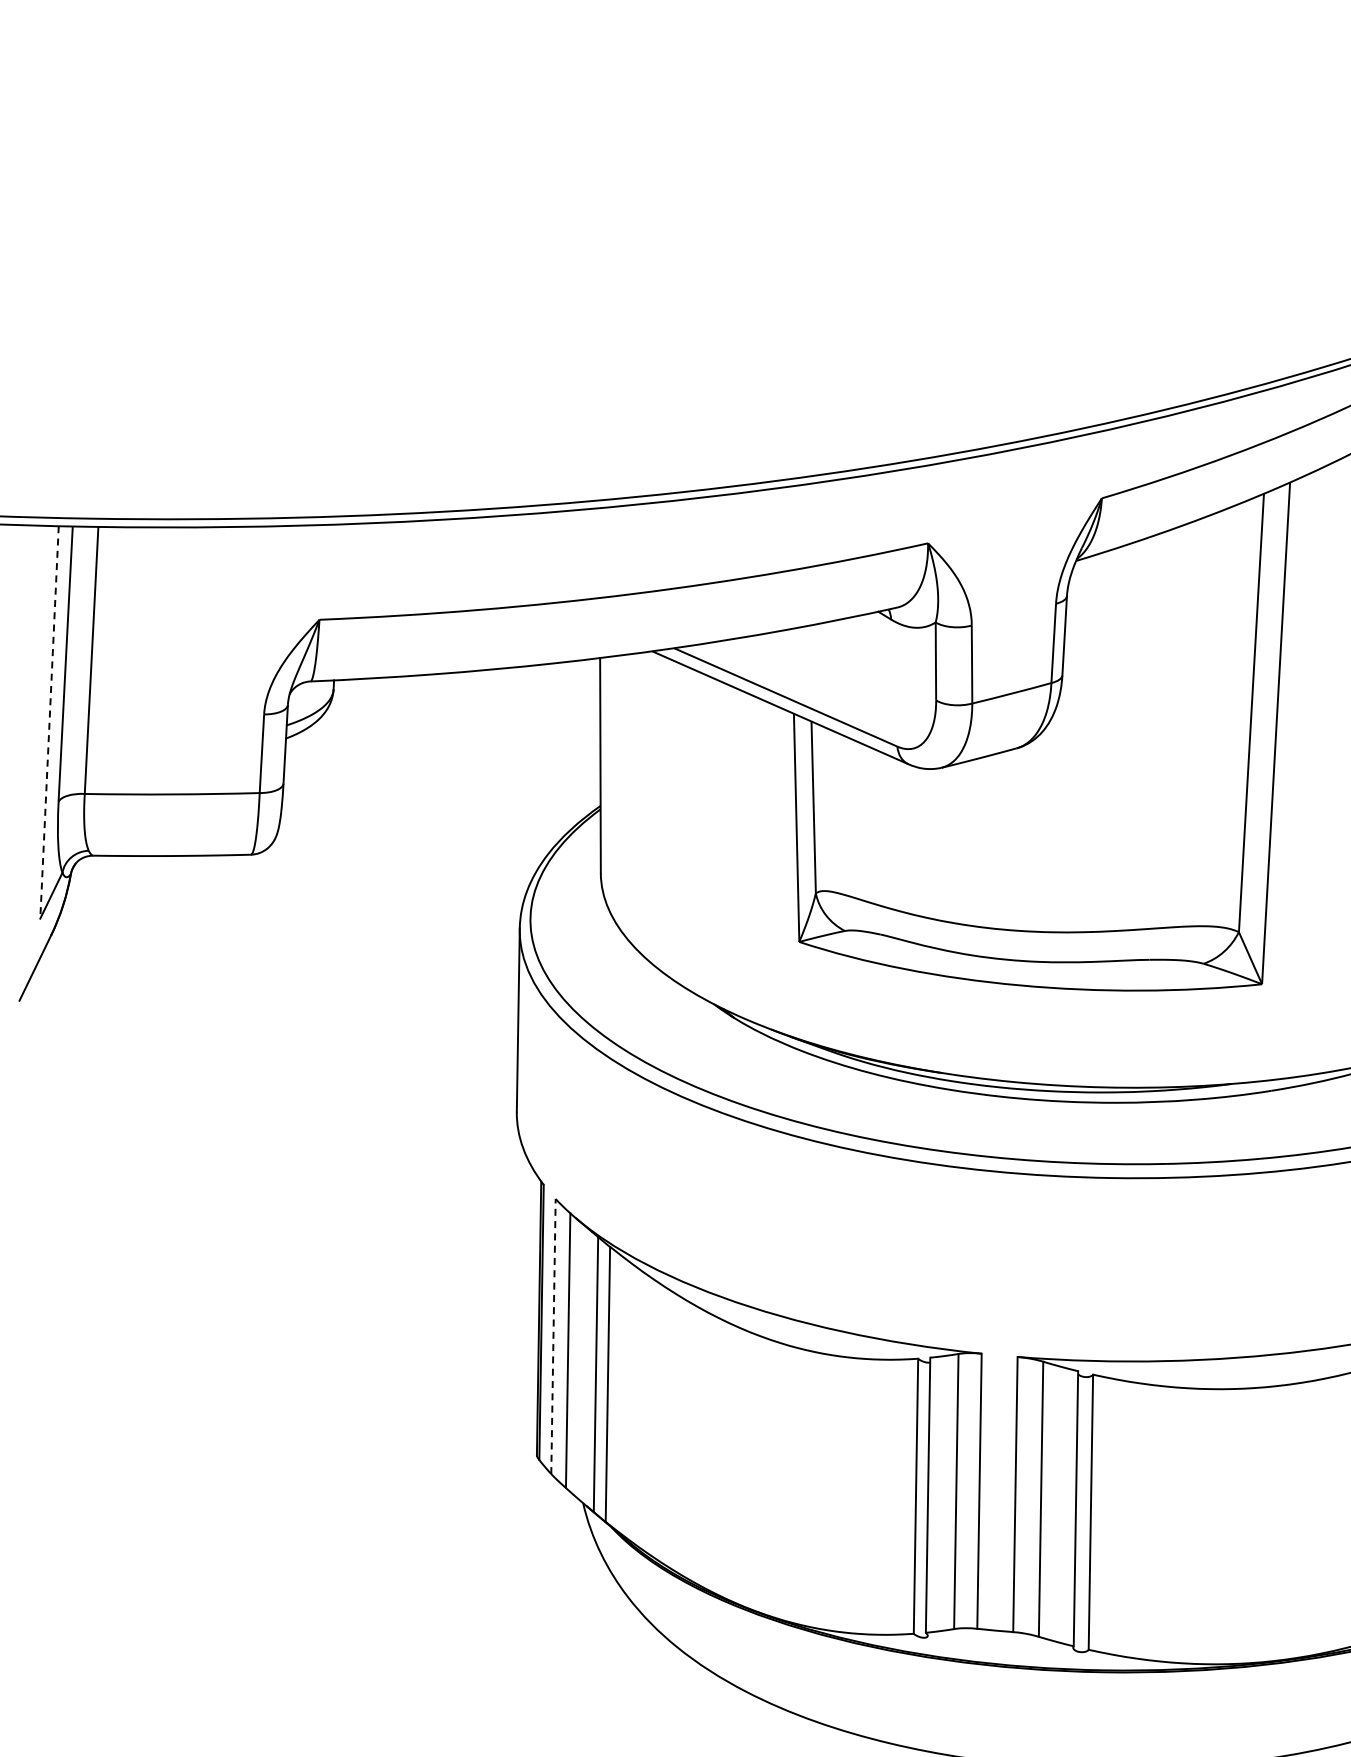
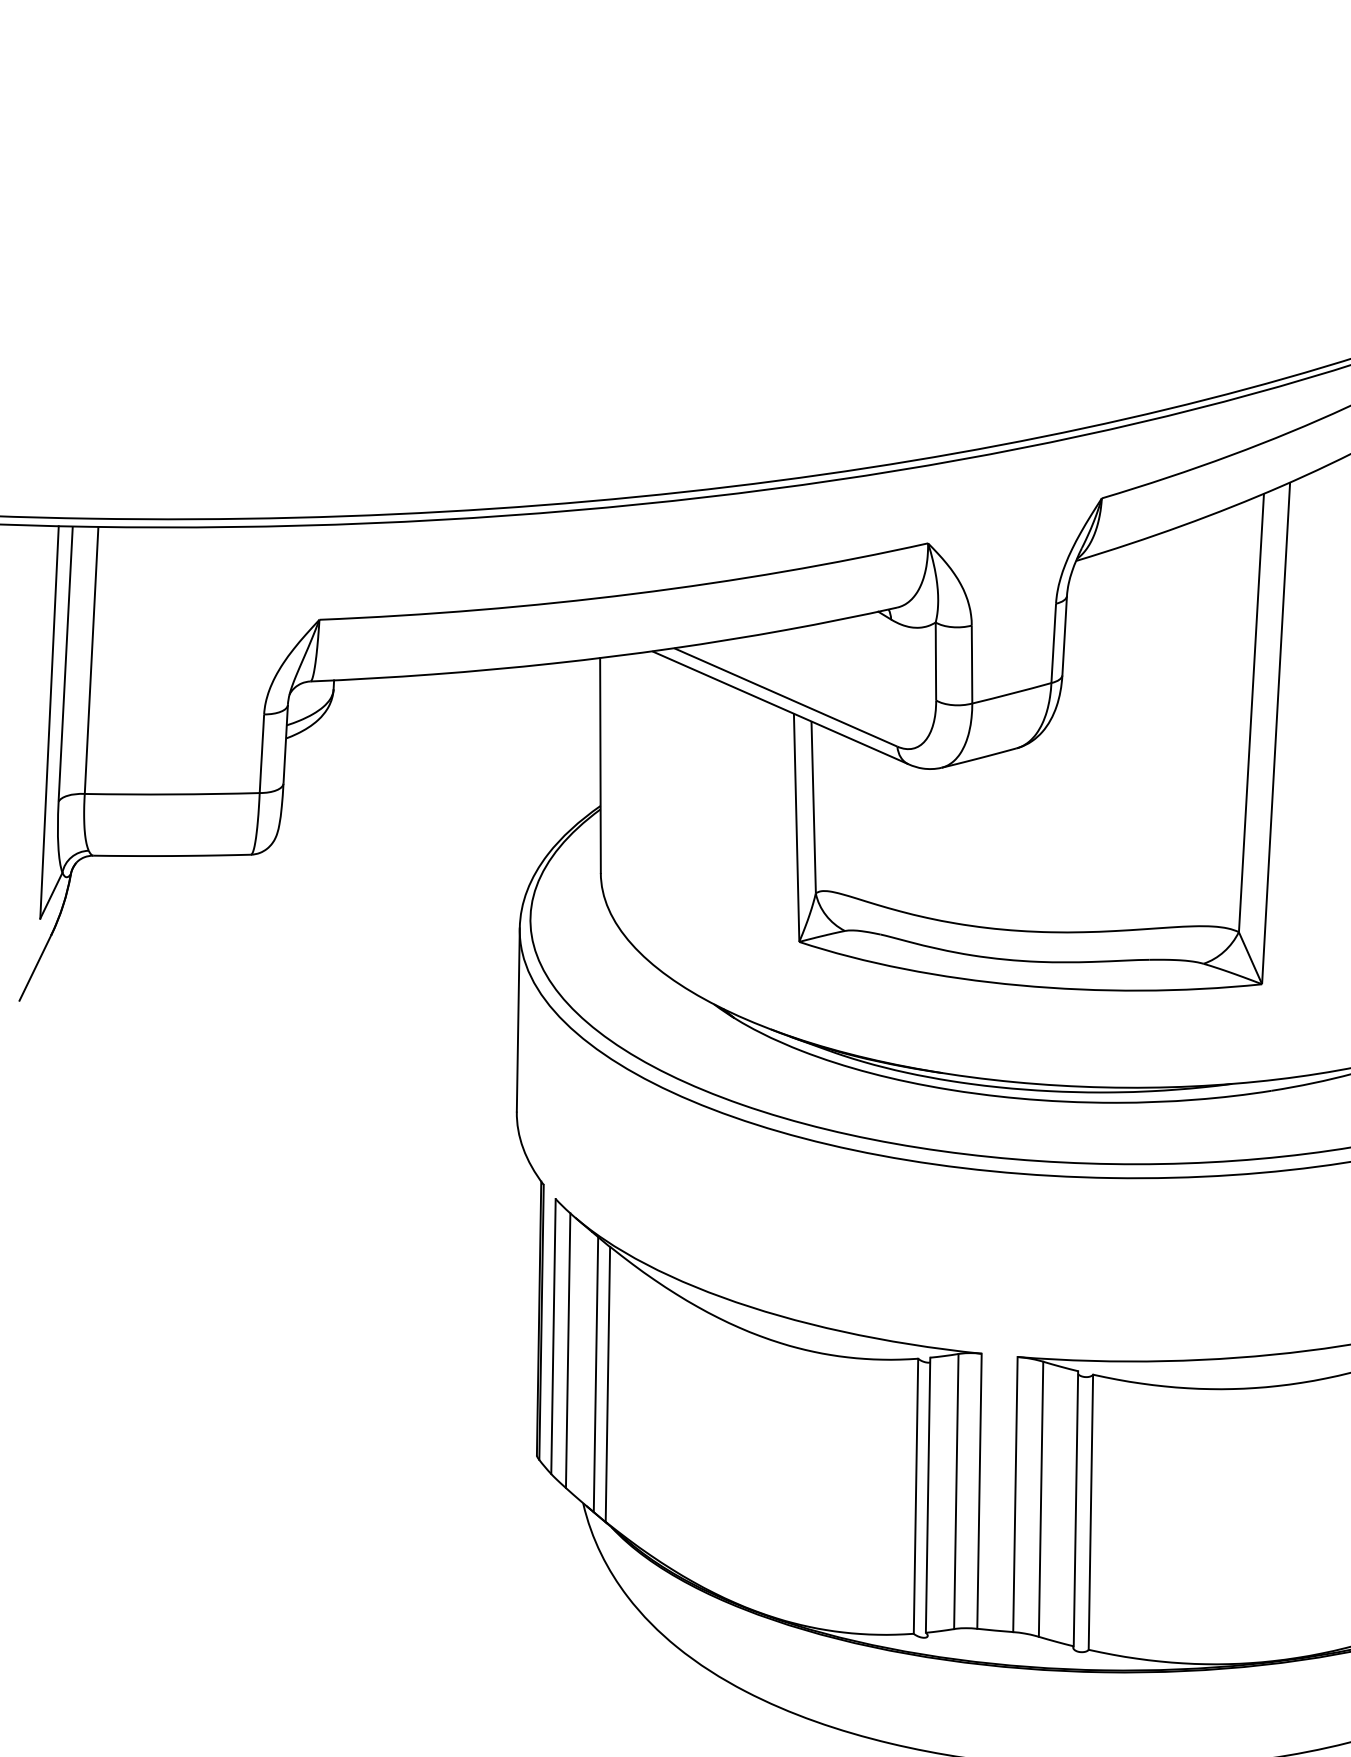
line at (49, 722): dashed -> solid
line at (553, 1336): dashed -> solid
